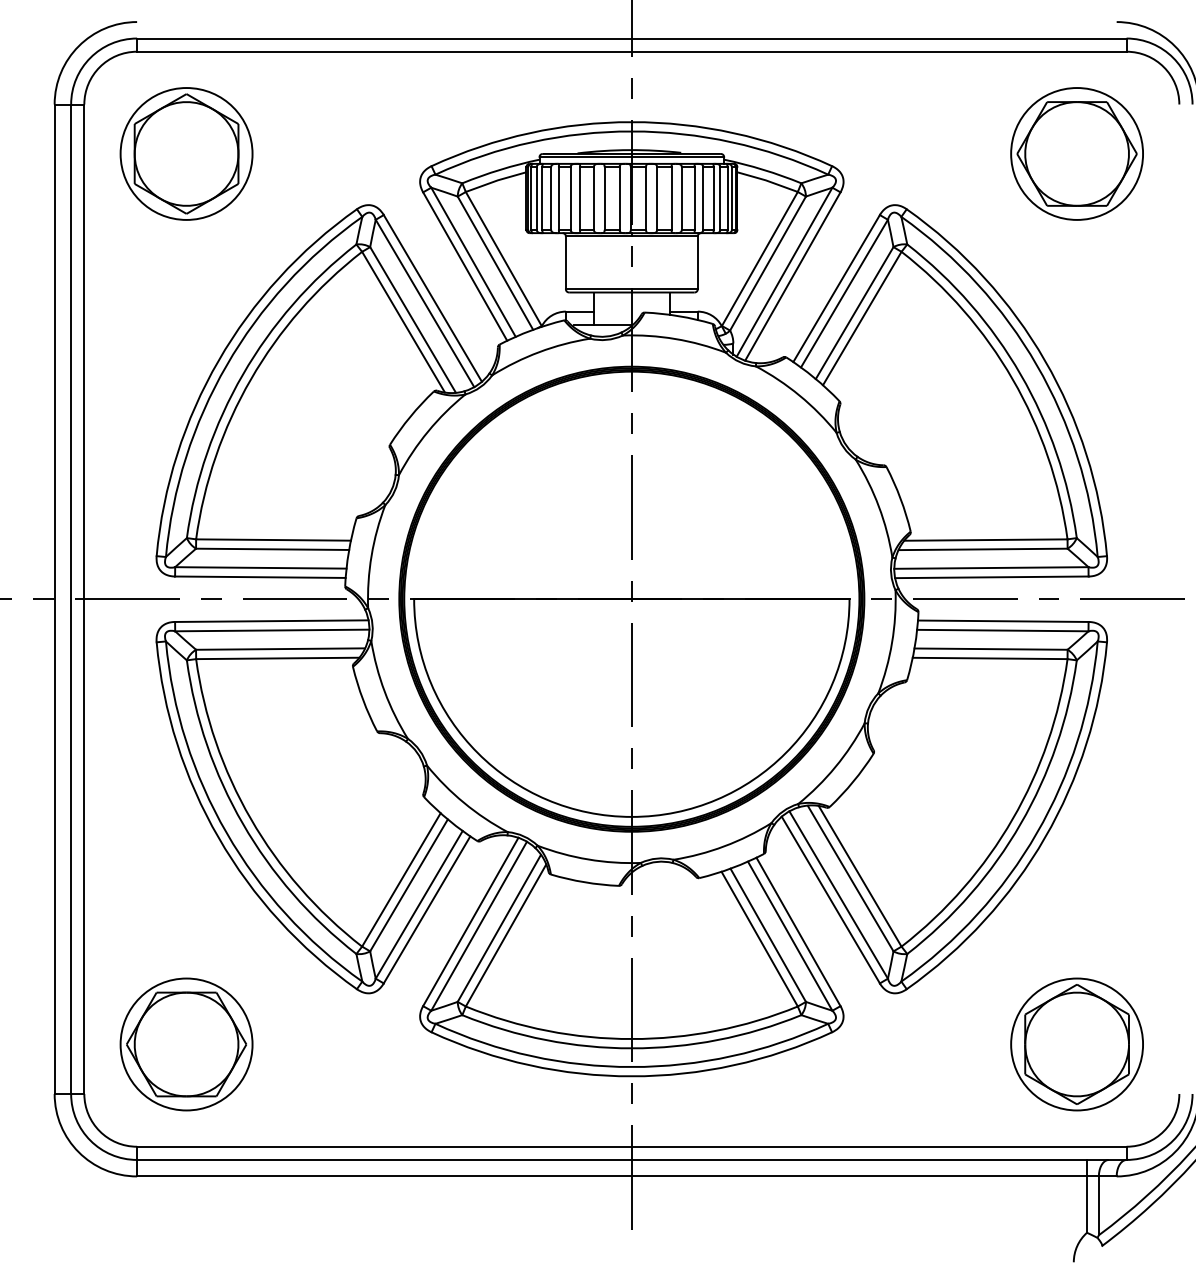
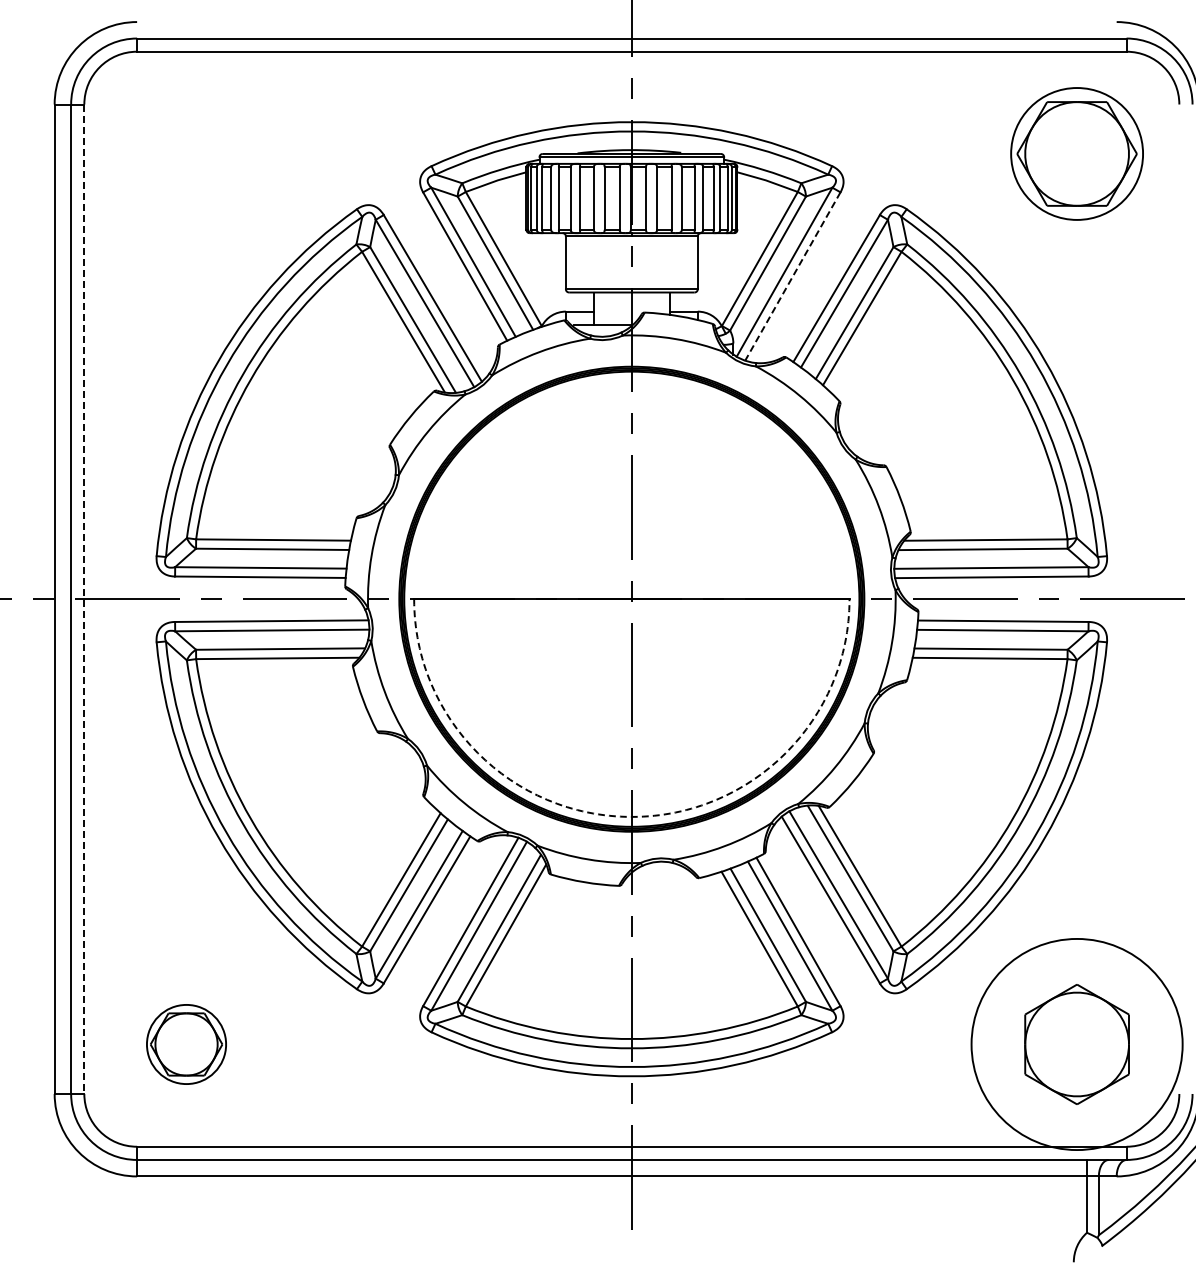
part at (186, 153): present -> none
line at (792, 276): solid -> dashed
line at (84, 599): solid -> dashed
arc at (631, 816): solid -> dashed
part at (186, 1044) size: 135x135 px -> 81x81 px
circle at (1077, 1044) diameter: 132 px -> 211 px
